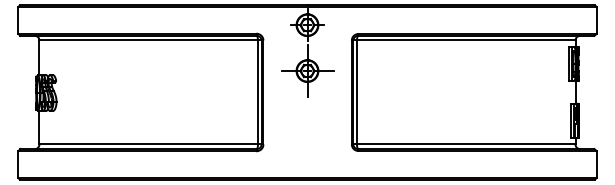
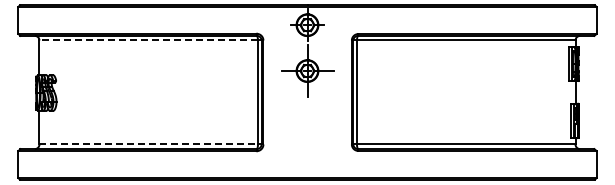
line at (148, 40): solid -> dashed
line at (149, 144): solid -> dashed
